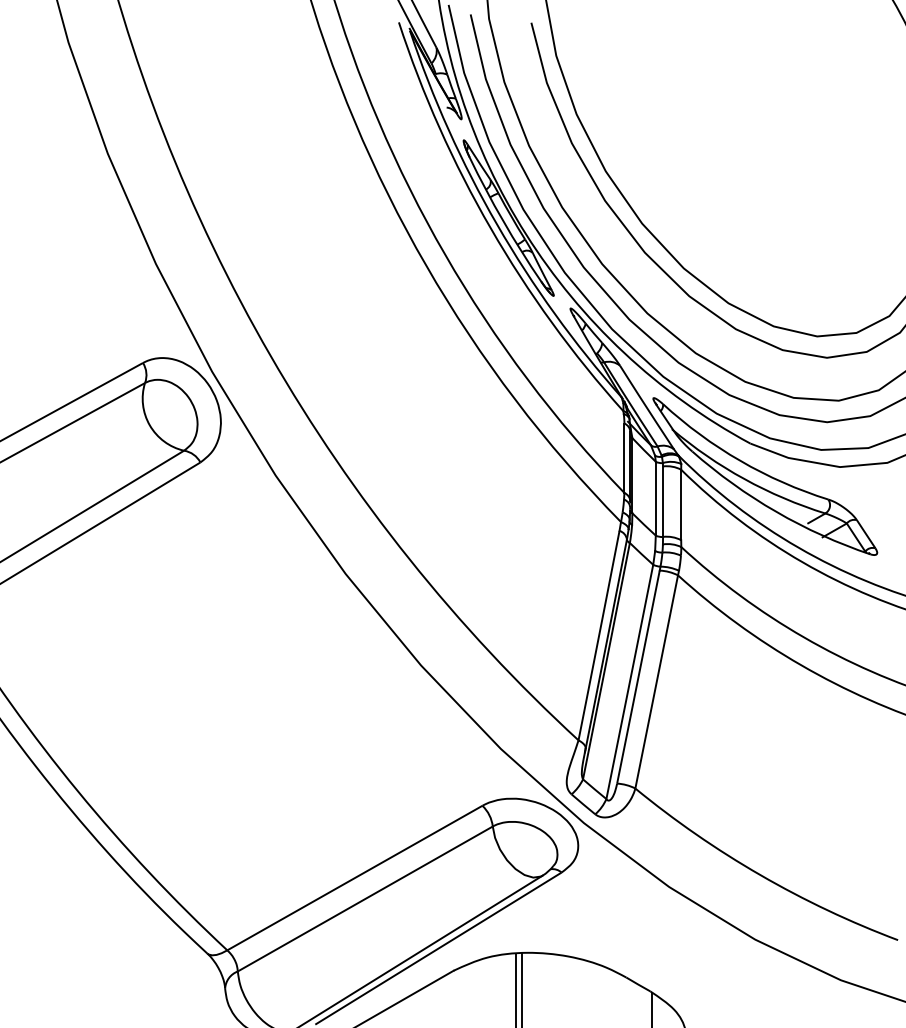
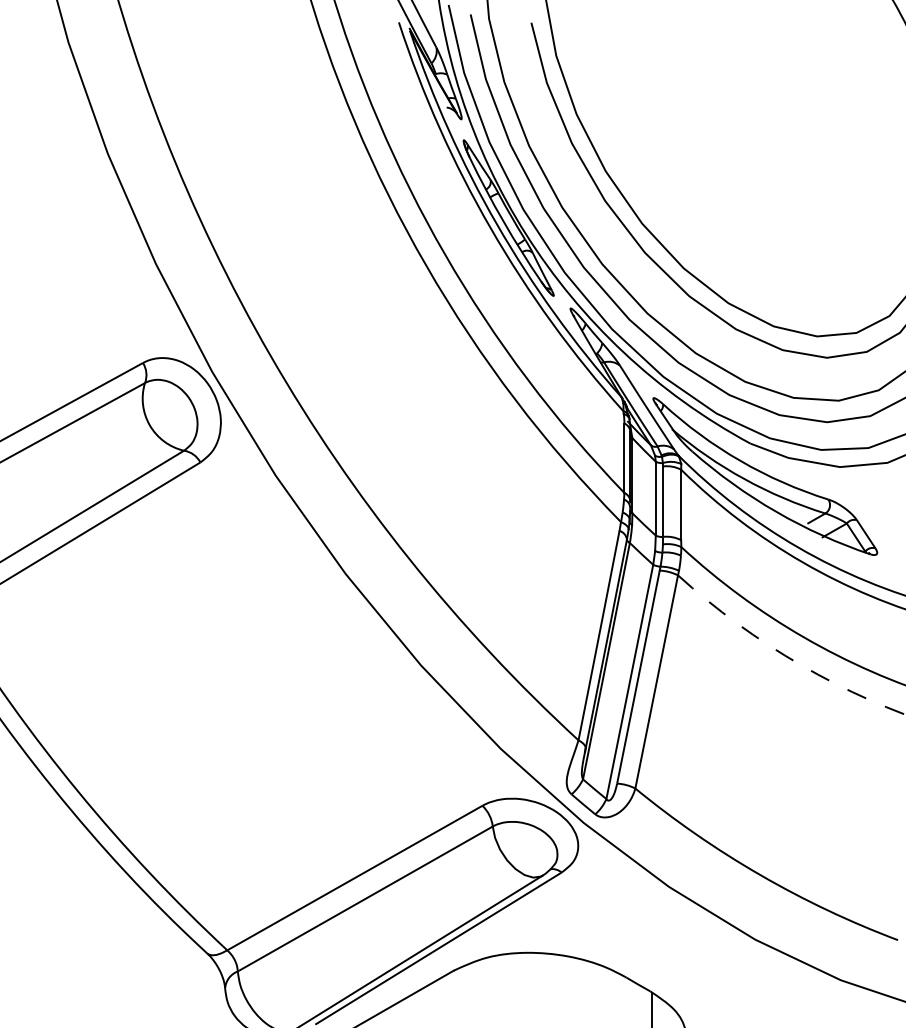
arc at (786, 656): solid -> dashed
line at (521, 988): present -> none
line at (515, 989): present -> none
